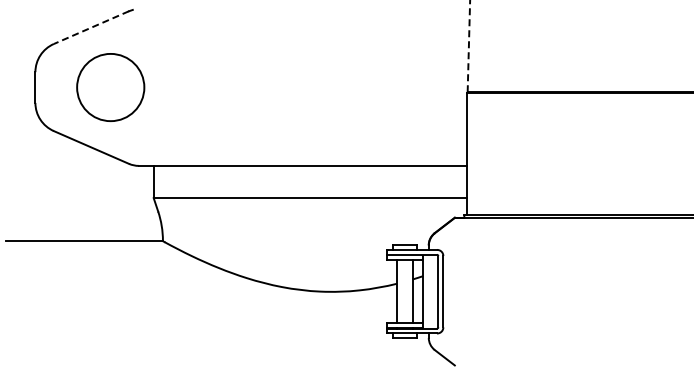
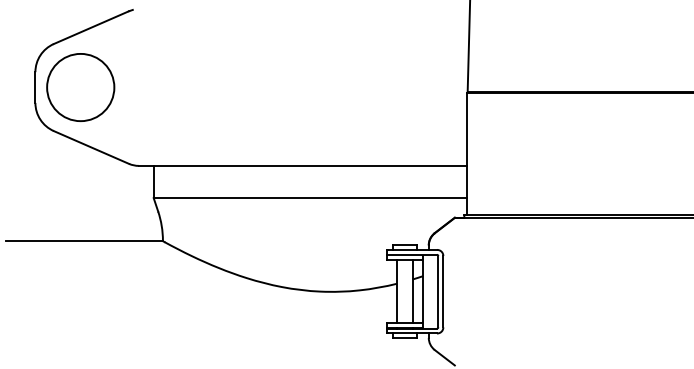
line at (91, 27): dashed -> solid
line at (468, 46): dashed -> solid
circle at (110, 87) position: (110, 87) -> (80, 87)
